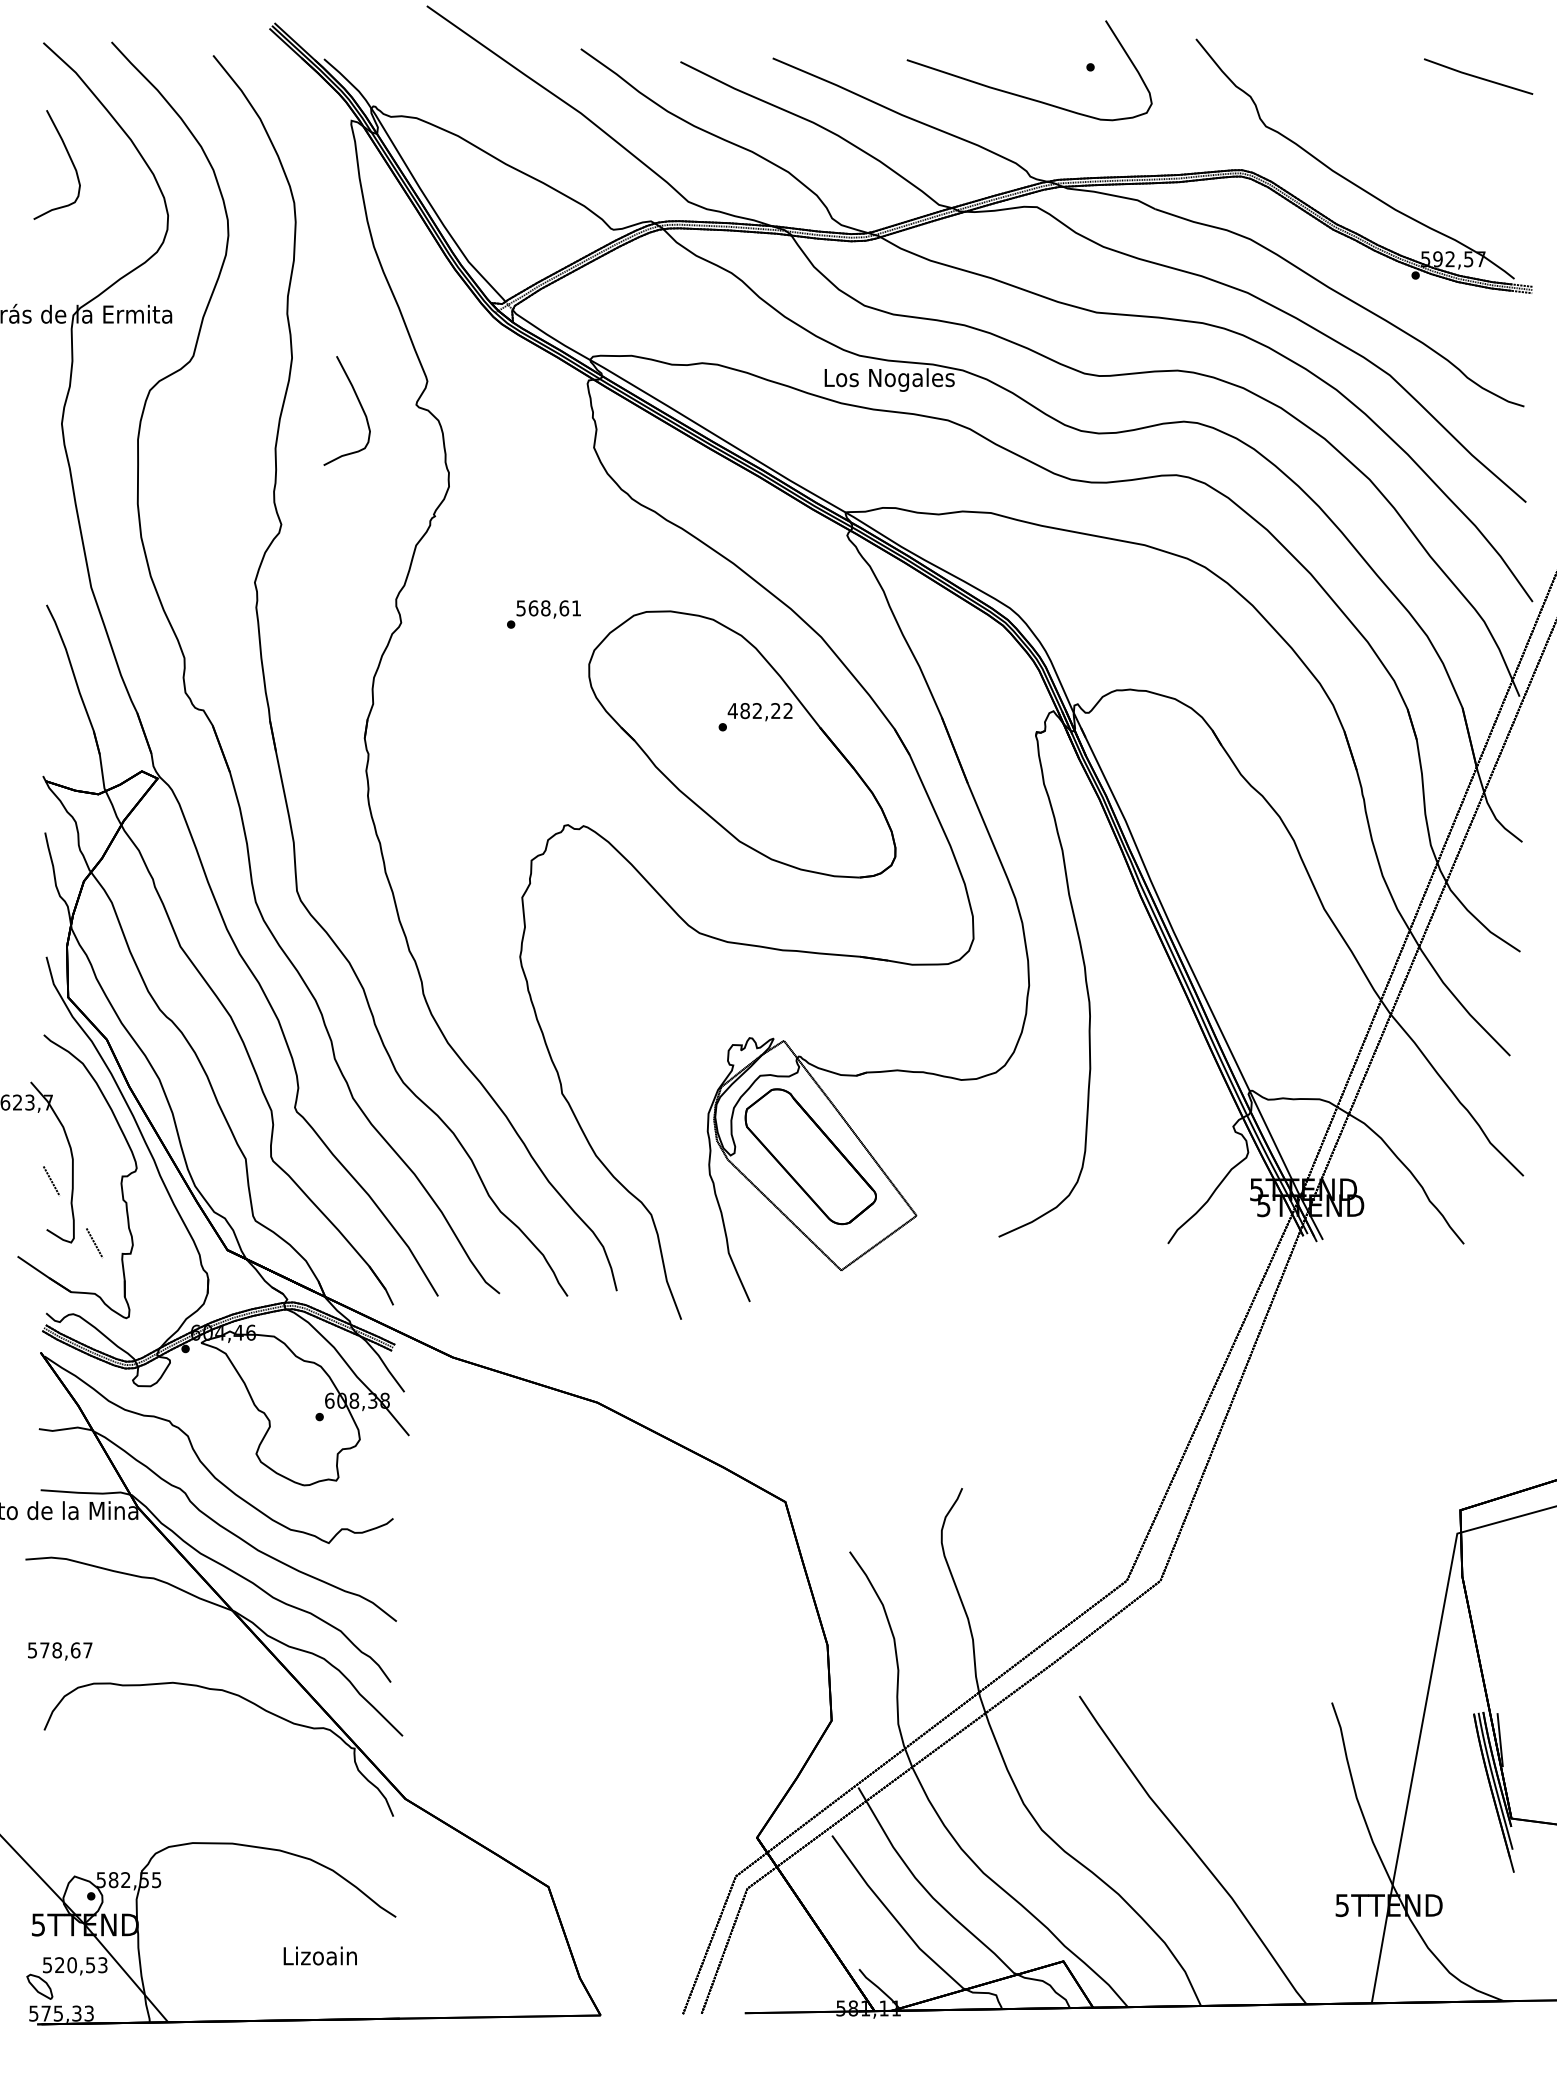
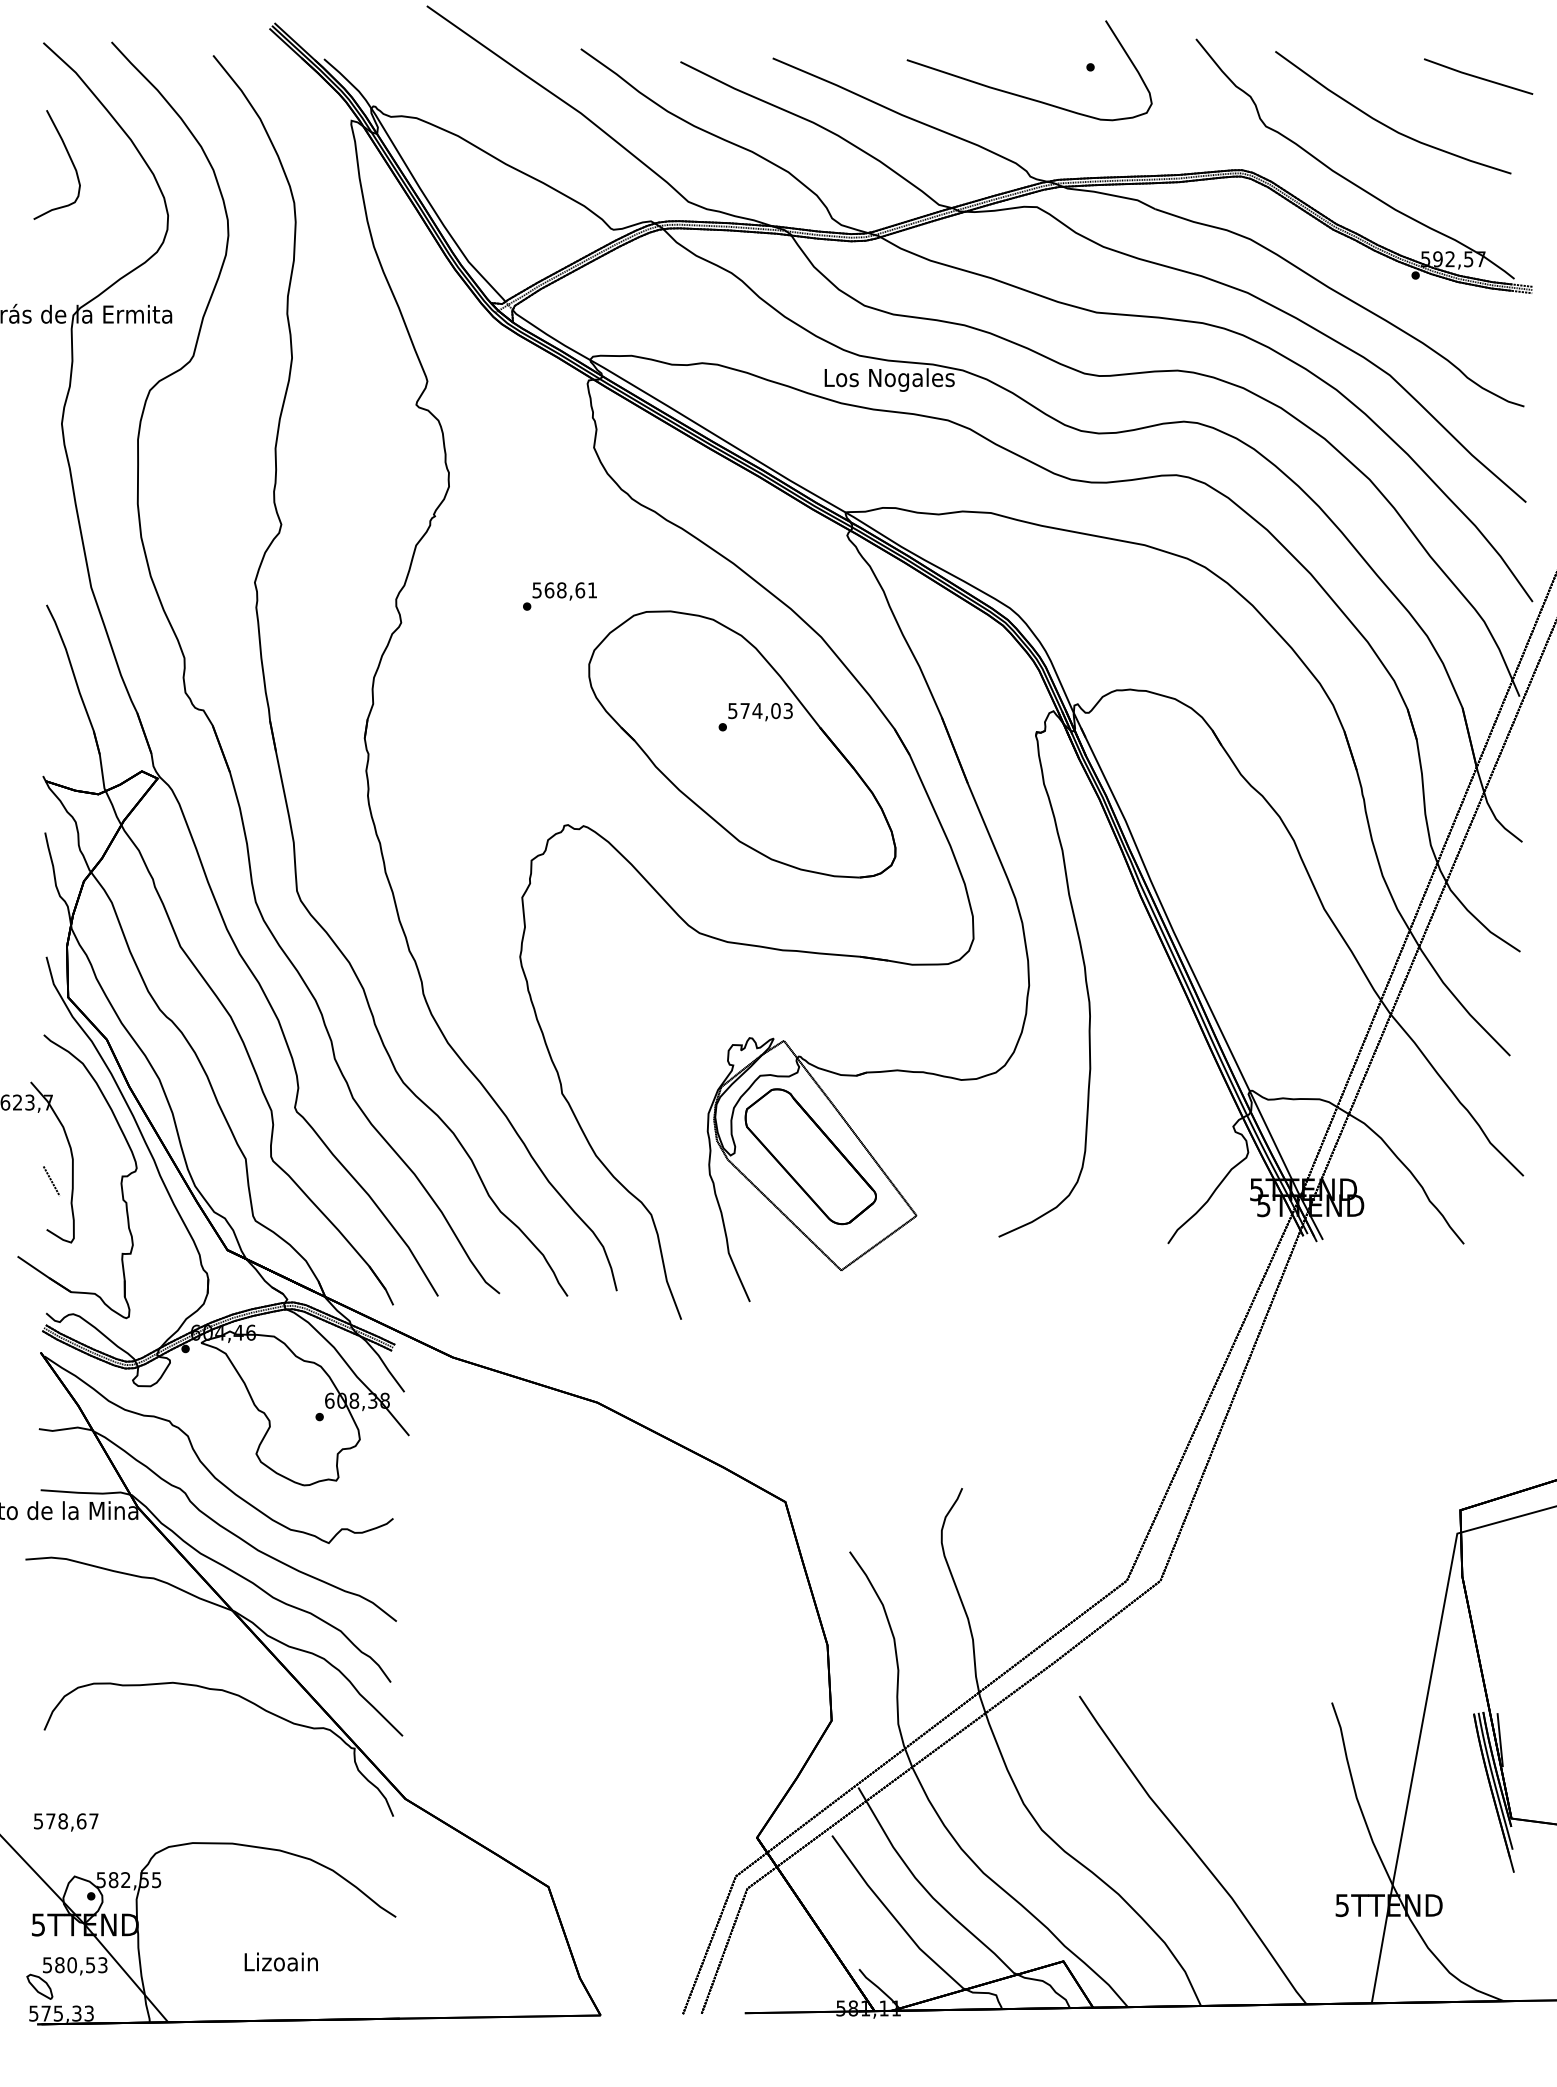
curve at (1384, 123): none -> present
curve at (359, 404): present -> none
text at (543, 614) position: (543, 614) -> (559, 596)
text at (759, 711): 482,22 -> 574,03
line at (94, 1243): present -> none
text at (60, 1651) position: (60, 1651) -> (66, 1822)
text at (319, 1955) position: (319, 1955) -> (280, 1961)
text at (59, 1965): 520,53 -> 580,53
